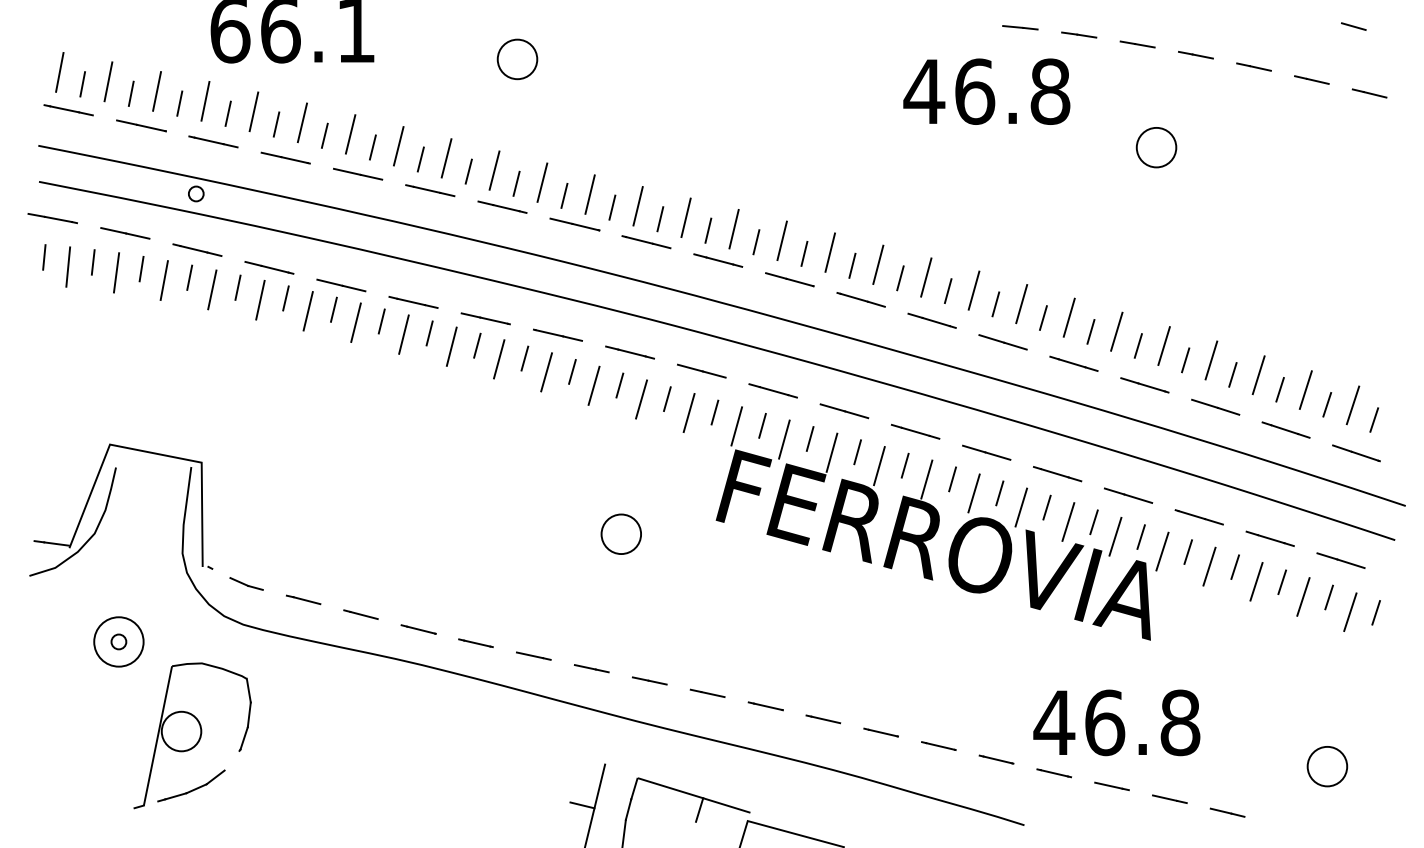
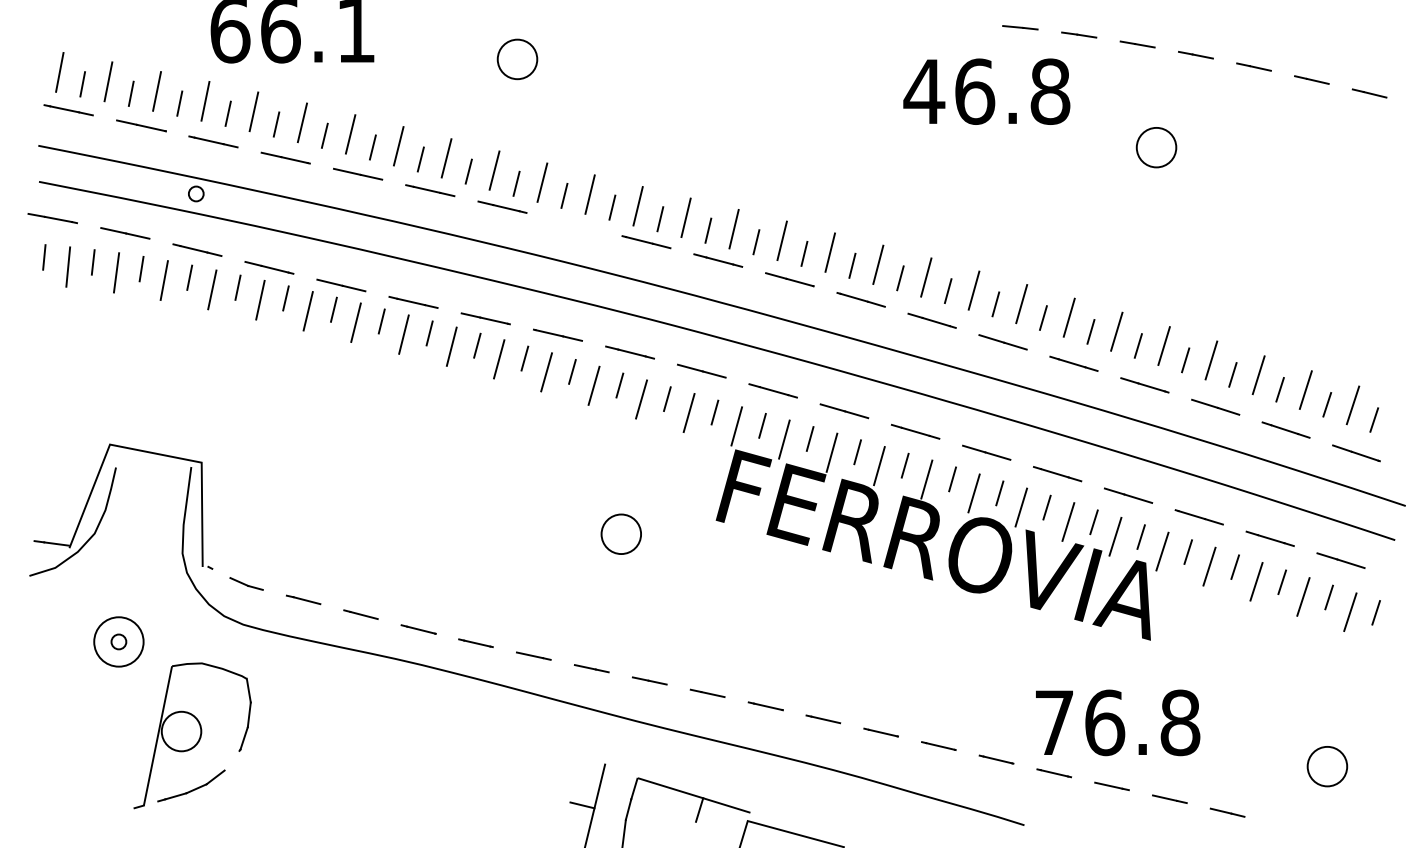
line at (1353, 26): present -> none
line at (574, 224): present -> none
text at (1054, 722): 46.8 -> 76.8
